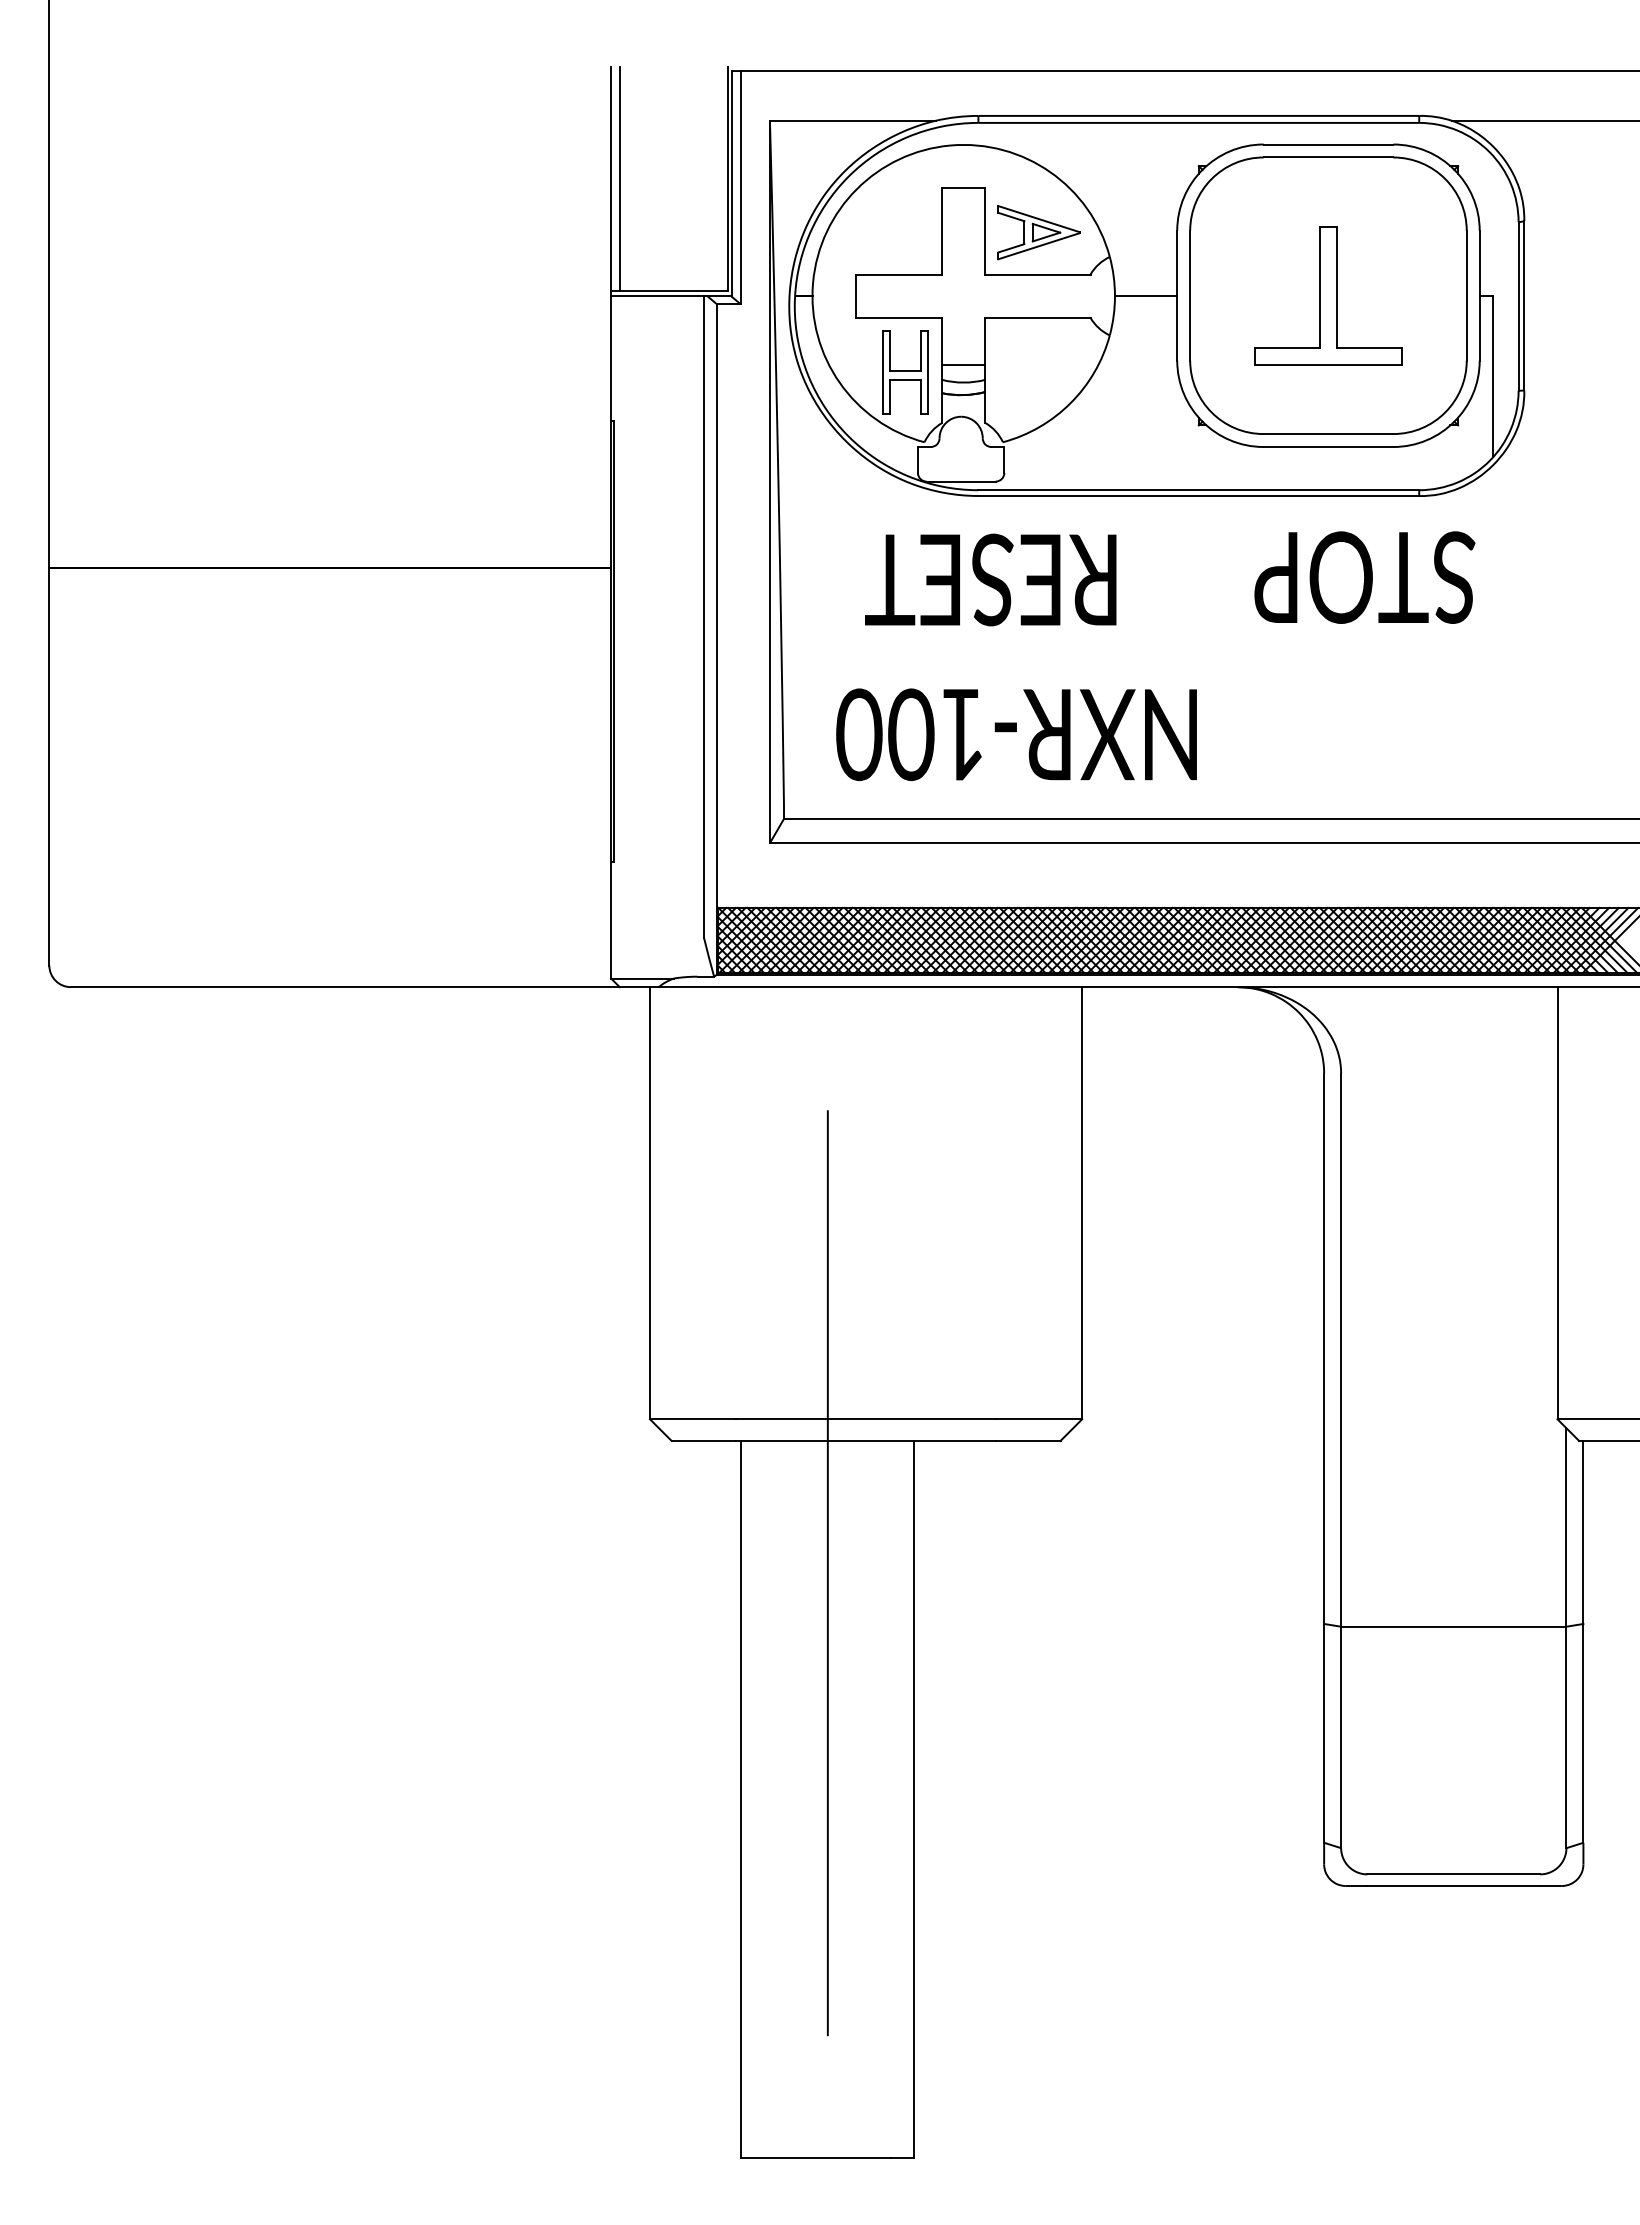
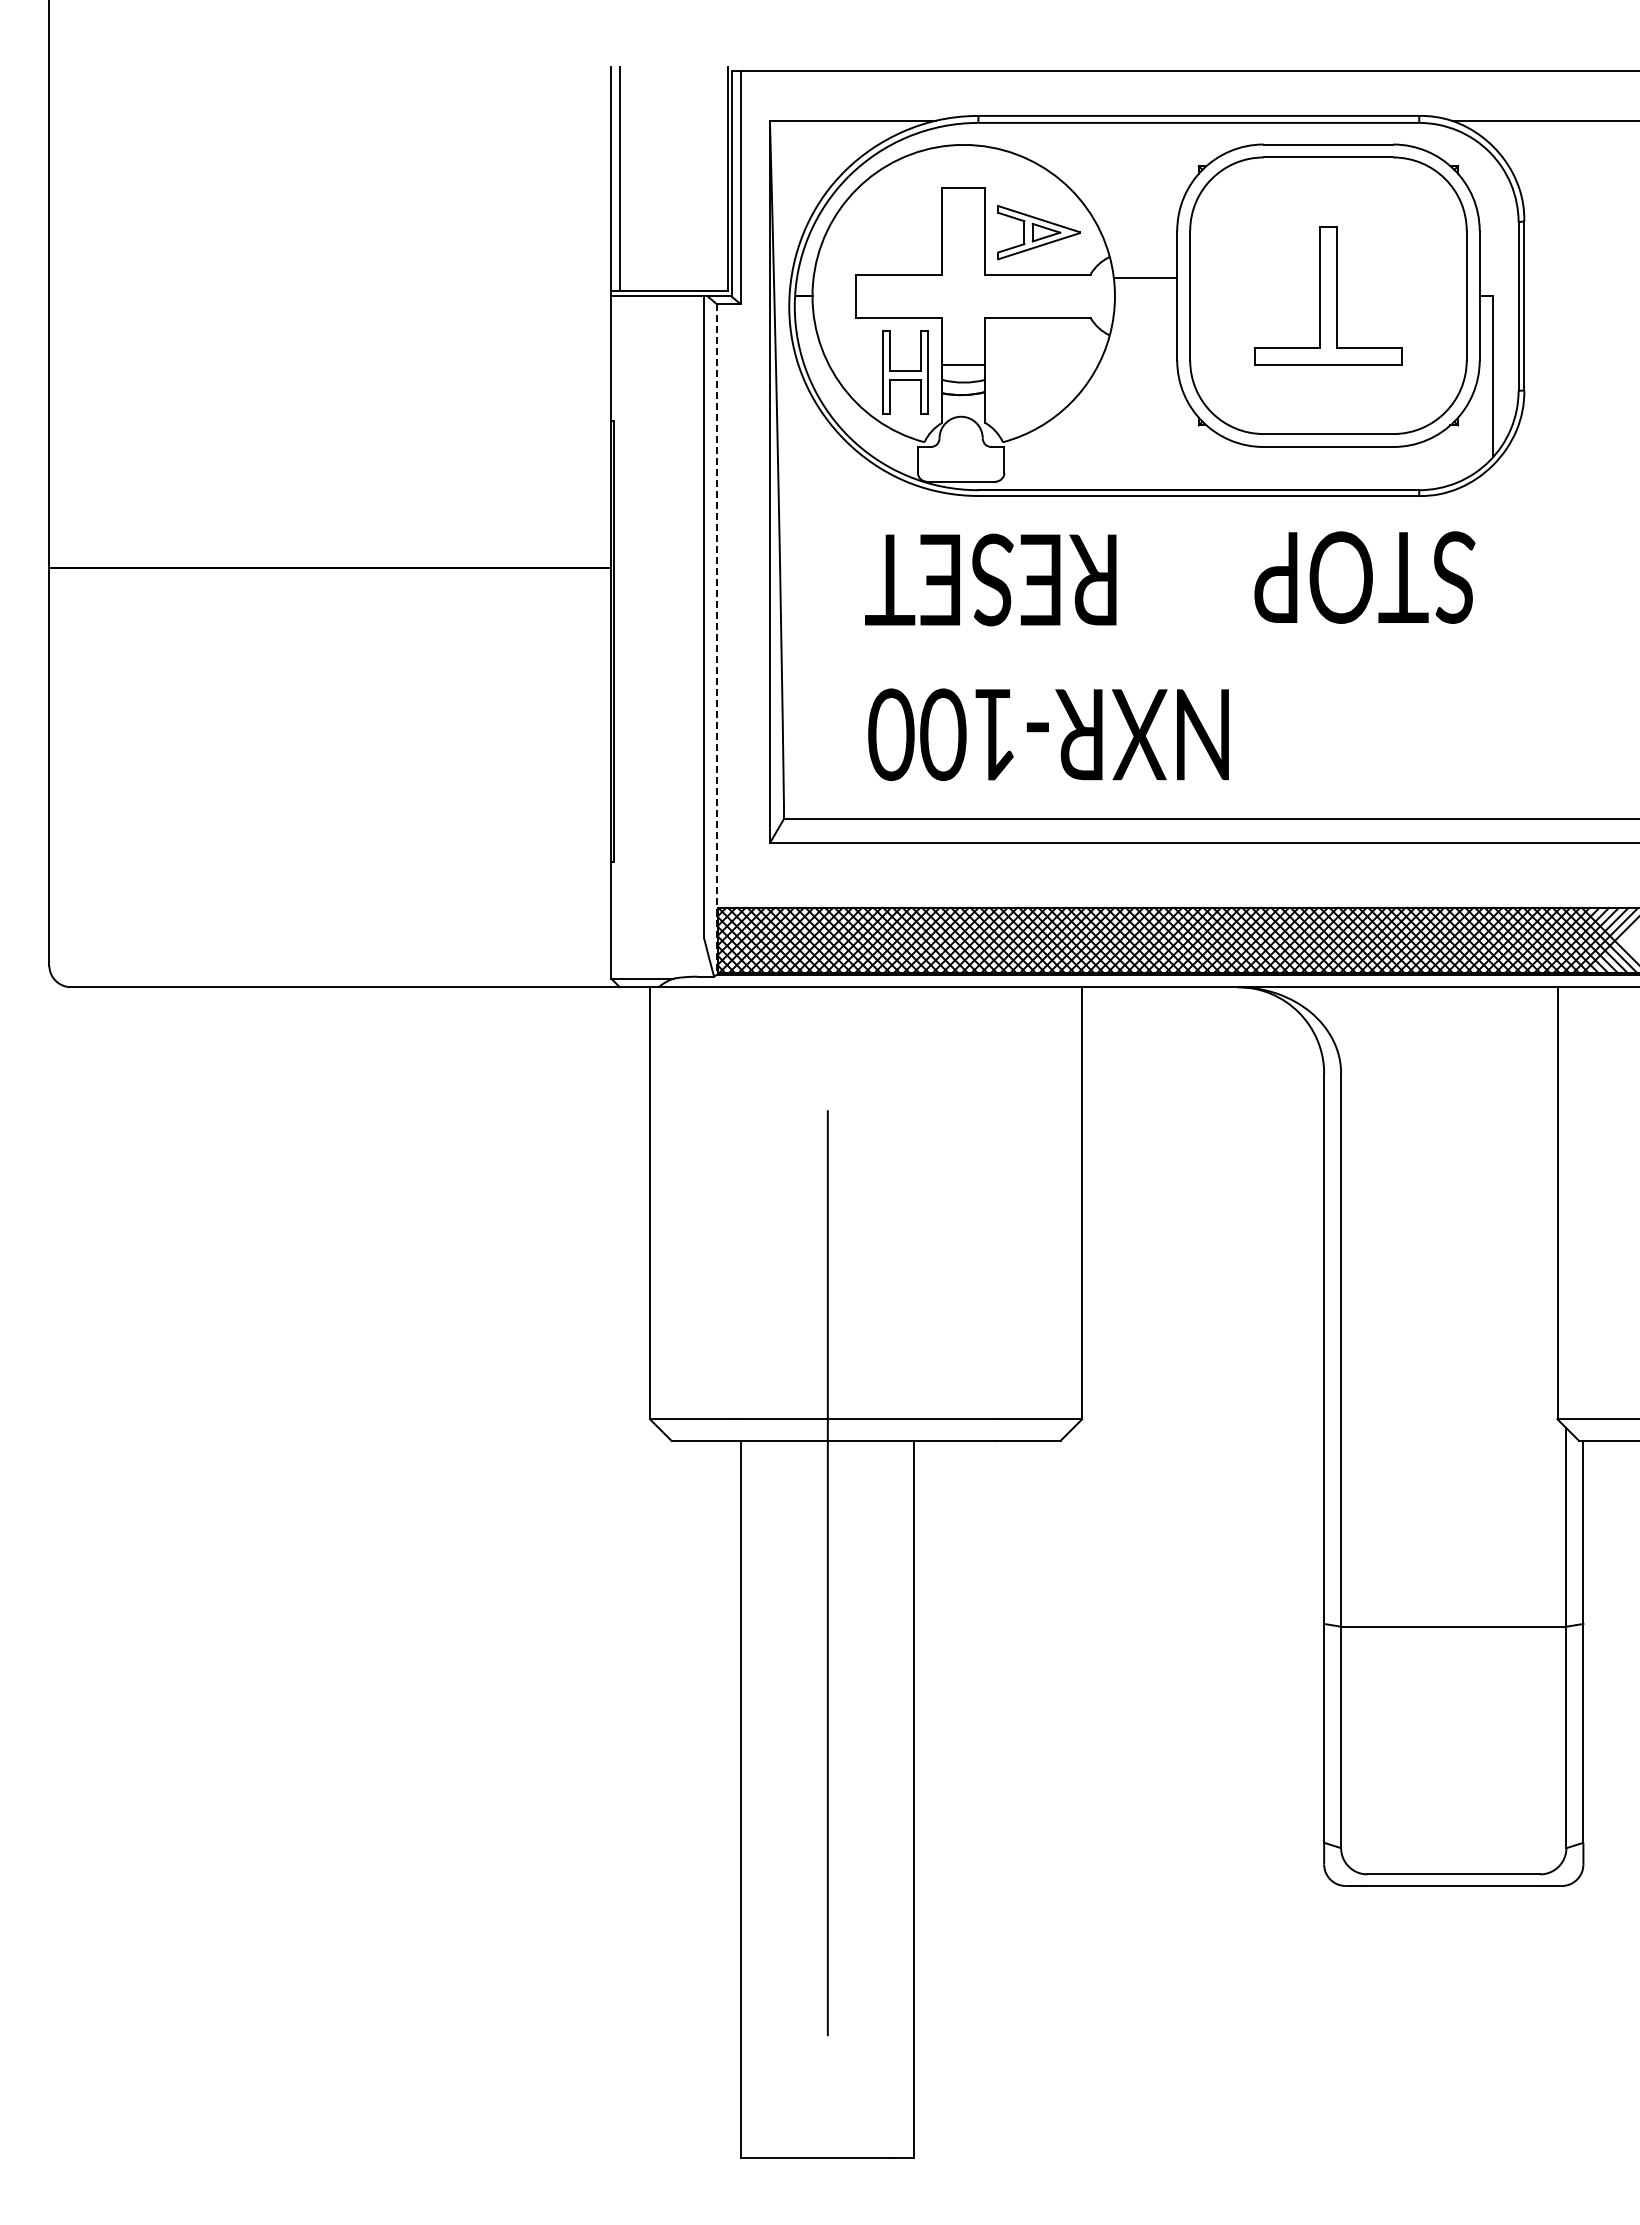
line at (1145, 295) position: (1145, 295) -> (1145, 277)
line at (717, 640): solid -> dashed
text at (1016, 734) position: (1016, 734) -> (1048, 734)
